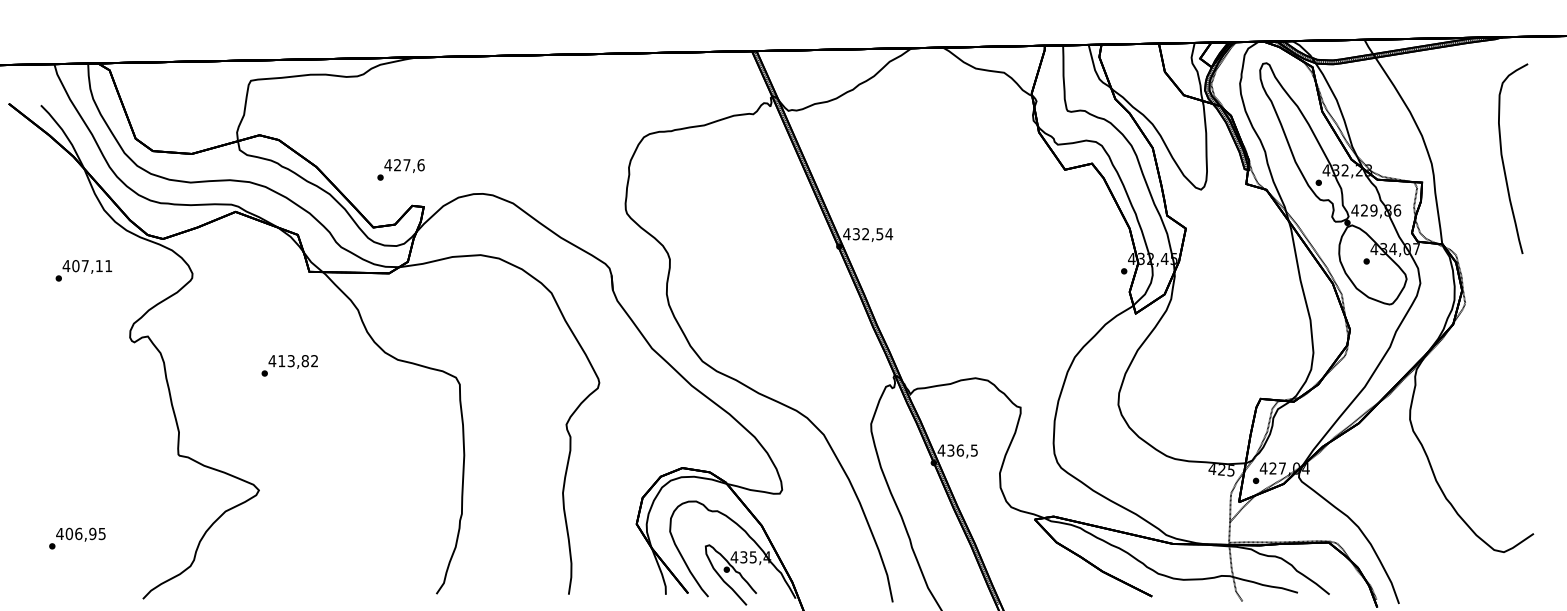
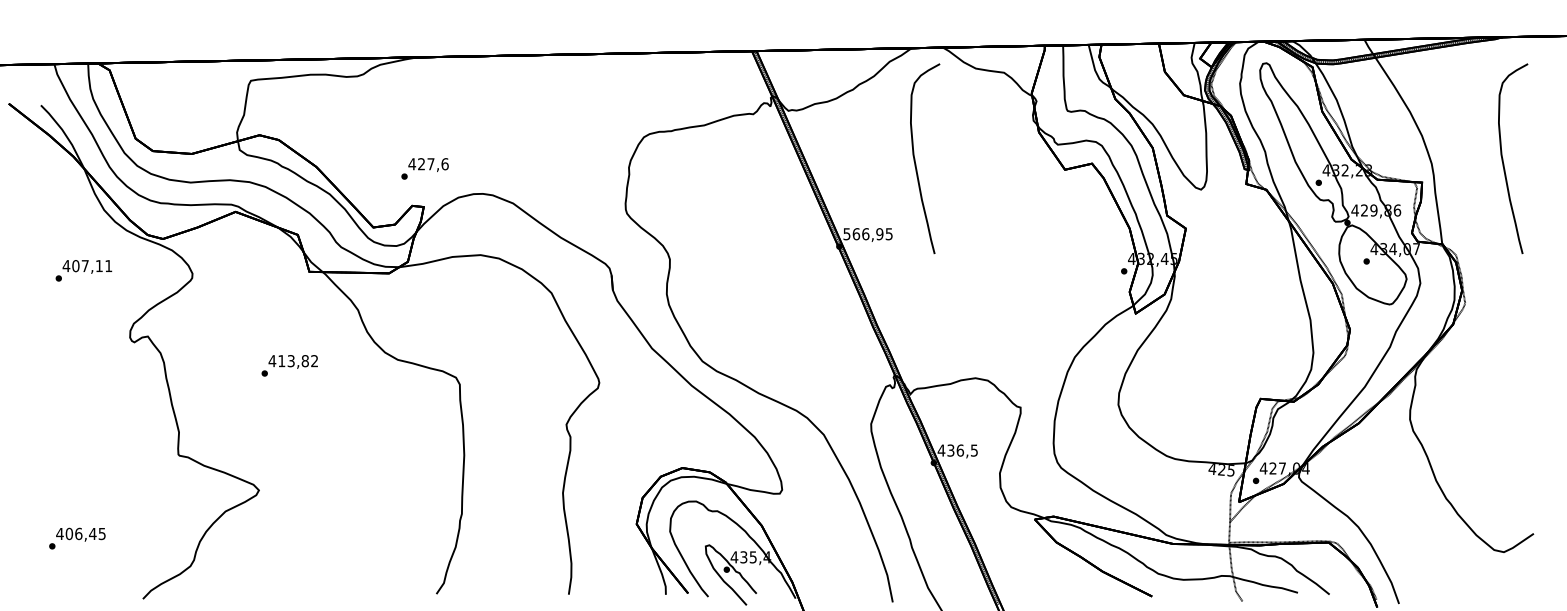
part at (915, 158): none -> present
text at (400, 169) position: (400, 169) -> (424, 168)
text at (868, 234): 432,54 -> 566,95
text at (92, 533): 406,95 -> 406,45
